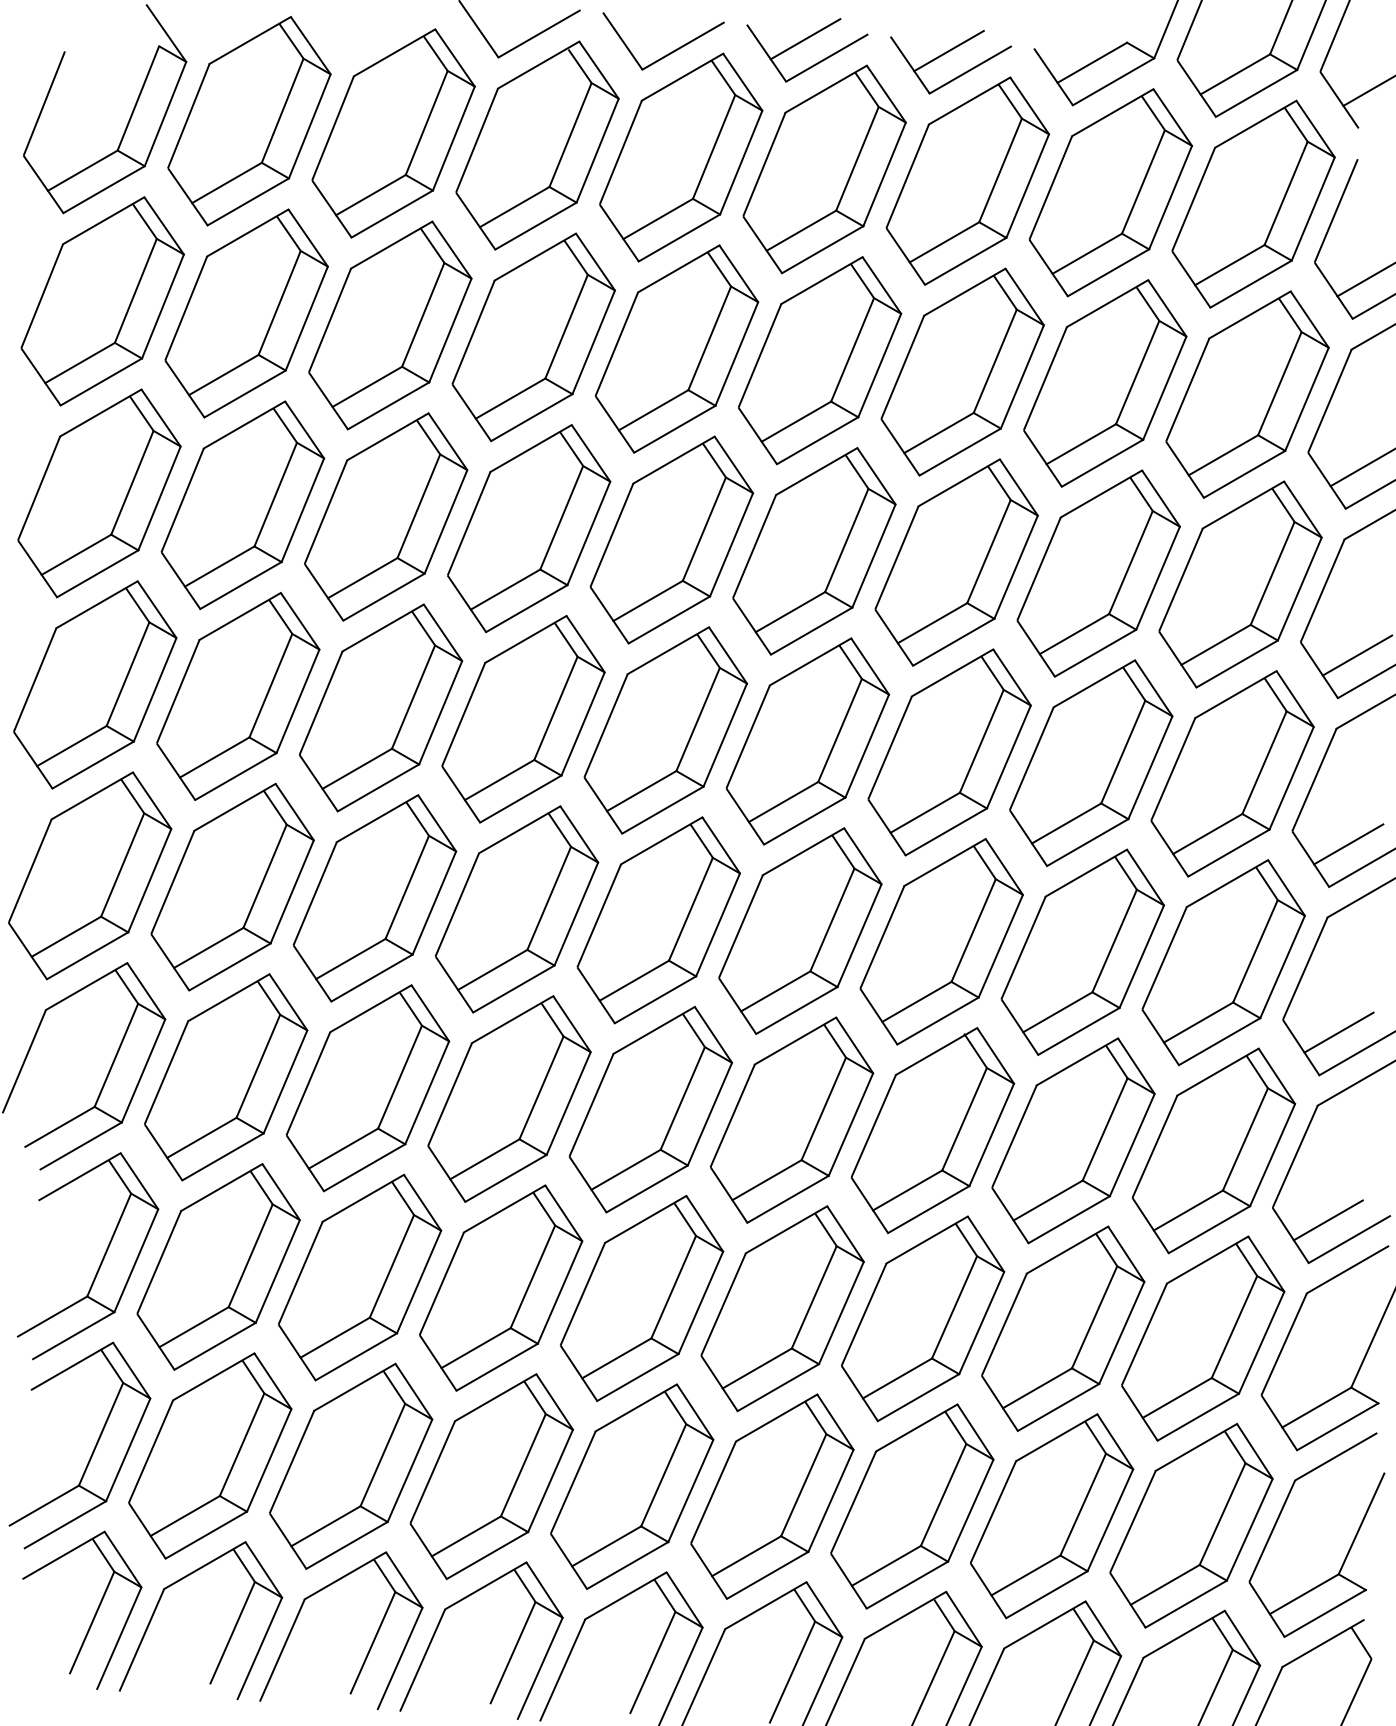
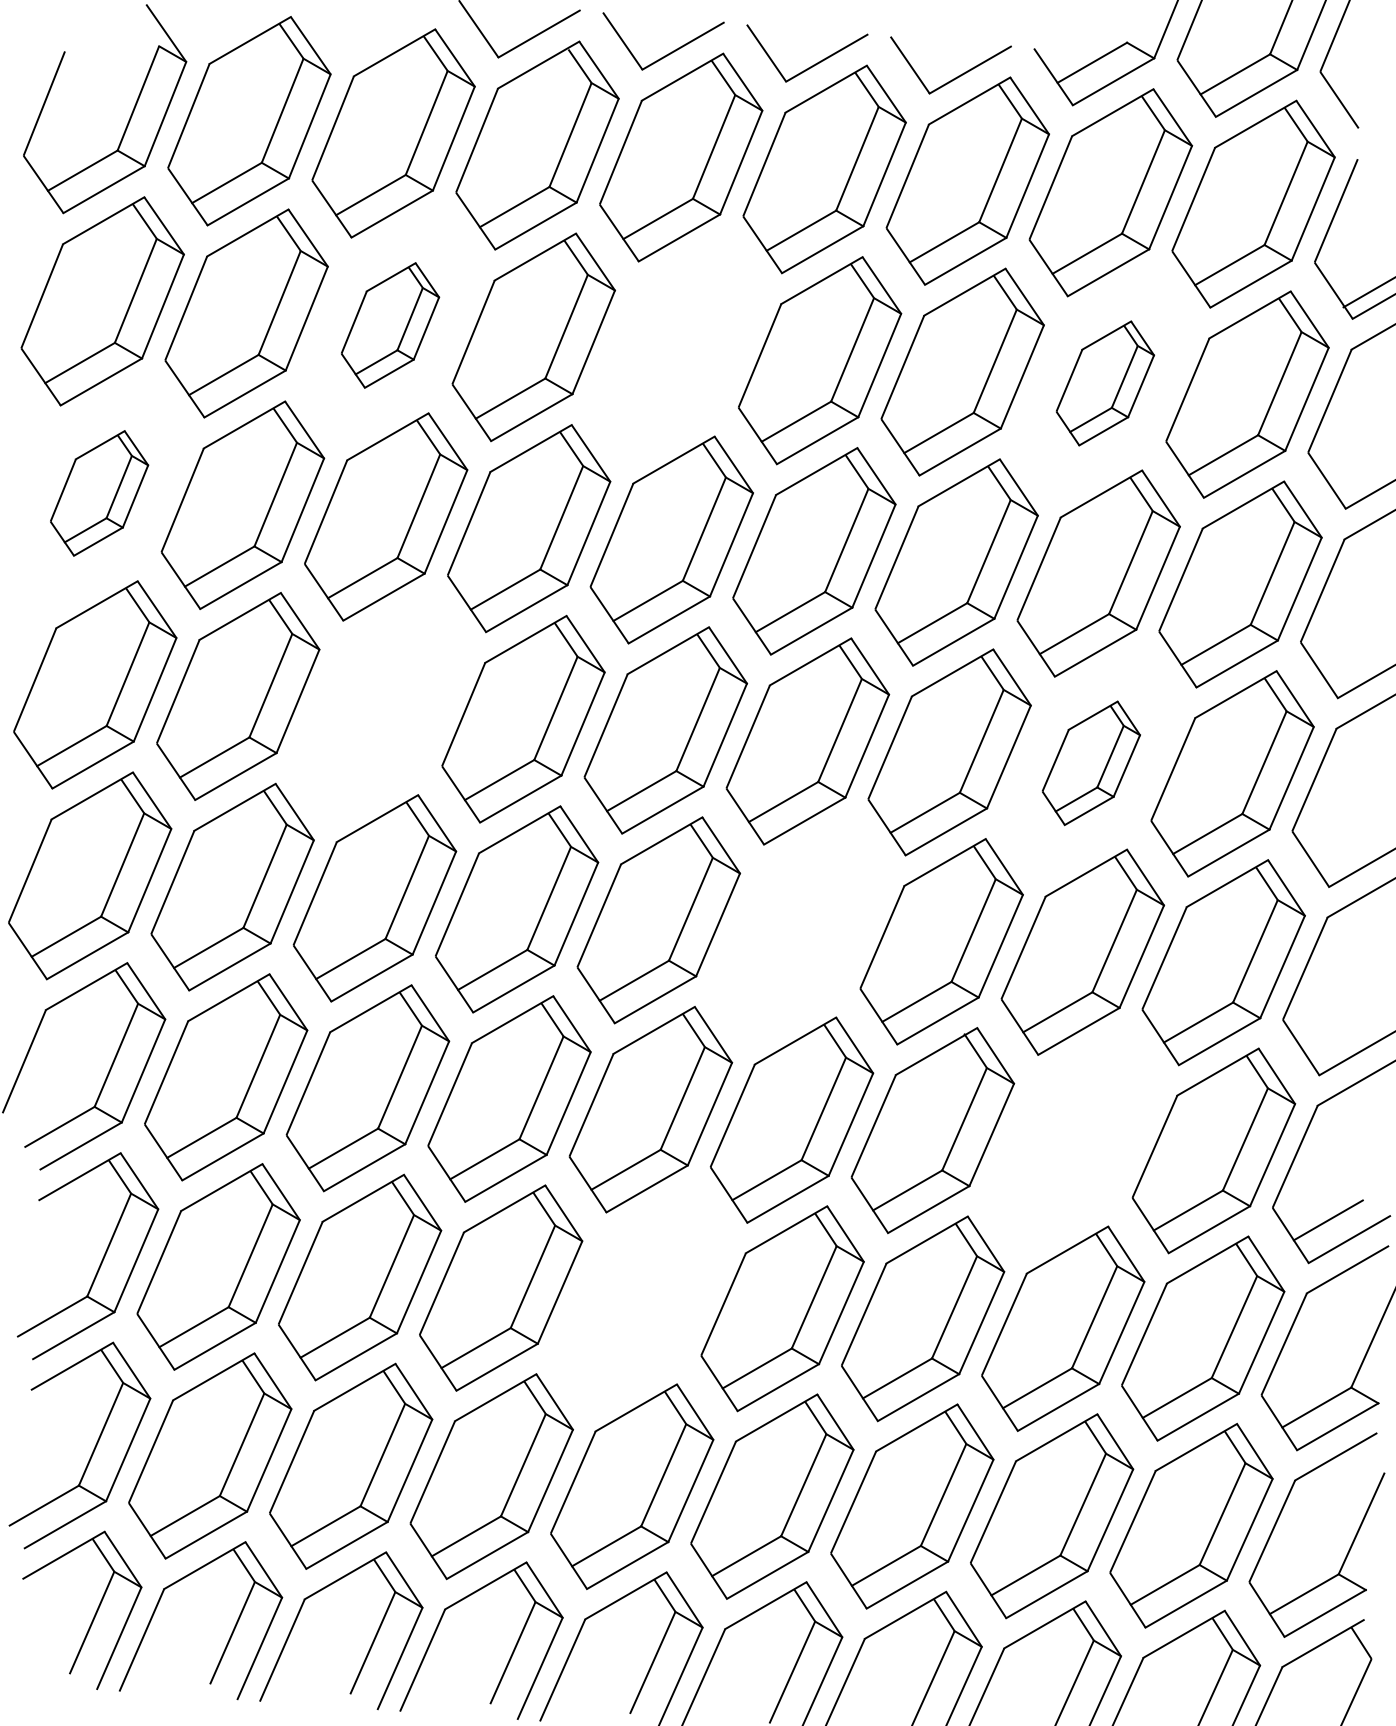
line at (805, 39): present -> none
line at (948, 50): present -> none
line at (1367, 91): present -> none
line at (1364, 280) position: (1364, 280) -> (1367, 292)
part at (390, 325) size: 165x211 px -> 100x127 px
part at (676, 348): present -> none
part at (1105, 383) size: 165x209 px -> 101x127 px
line at (1361, 468): present -> none
part at (99, 493) size: 165x211 px -> 100x127 px
line at (1357, 655): present -> none
part at (380, 707): present -> none
part at (1091, 763) size: 165x209 px -> 99x127 px
line at (1348, 844): present -> none
part at (800, 930): present -> none
line at (1338, 1032): present -> none
part at (1073, 1140): present -> none
part at (642, 1297): present -> none
